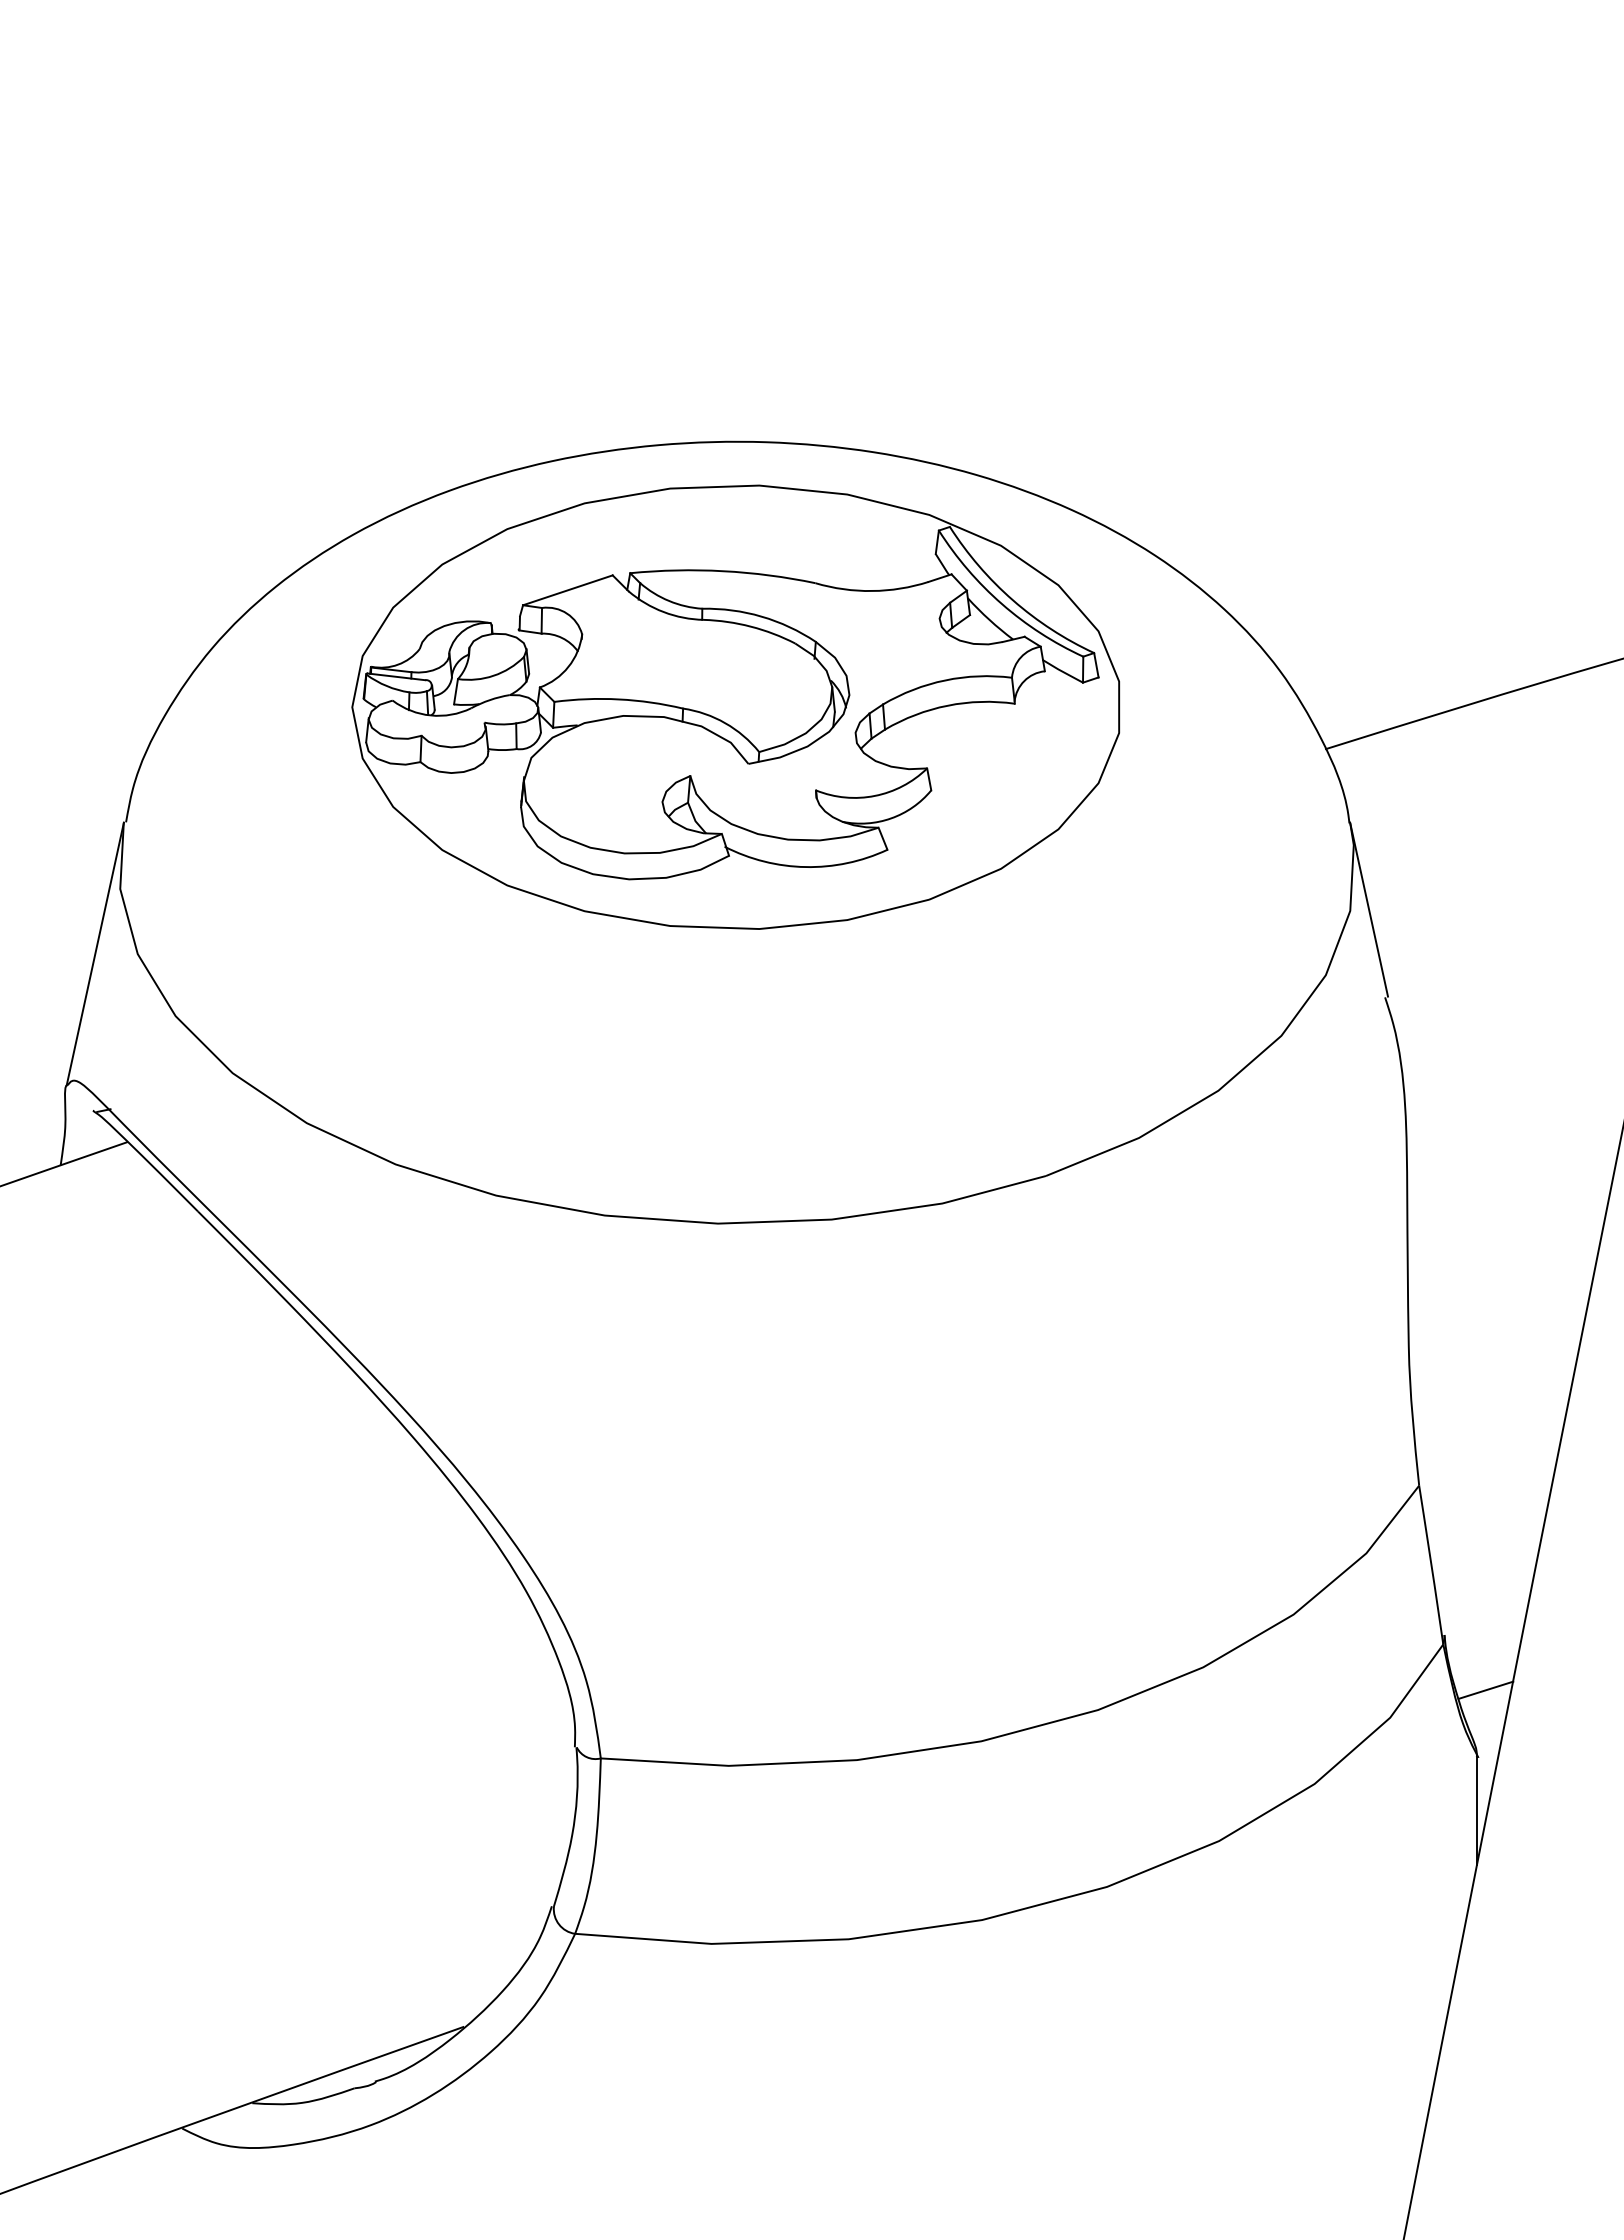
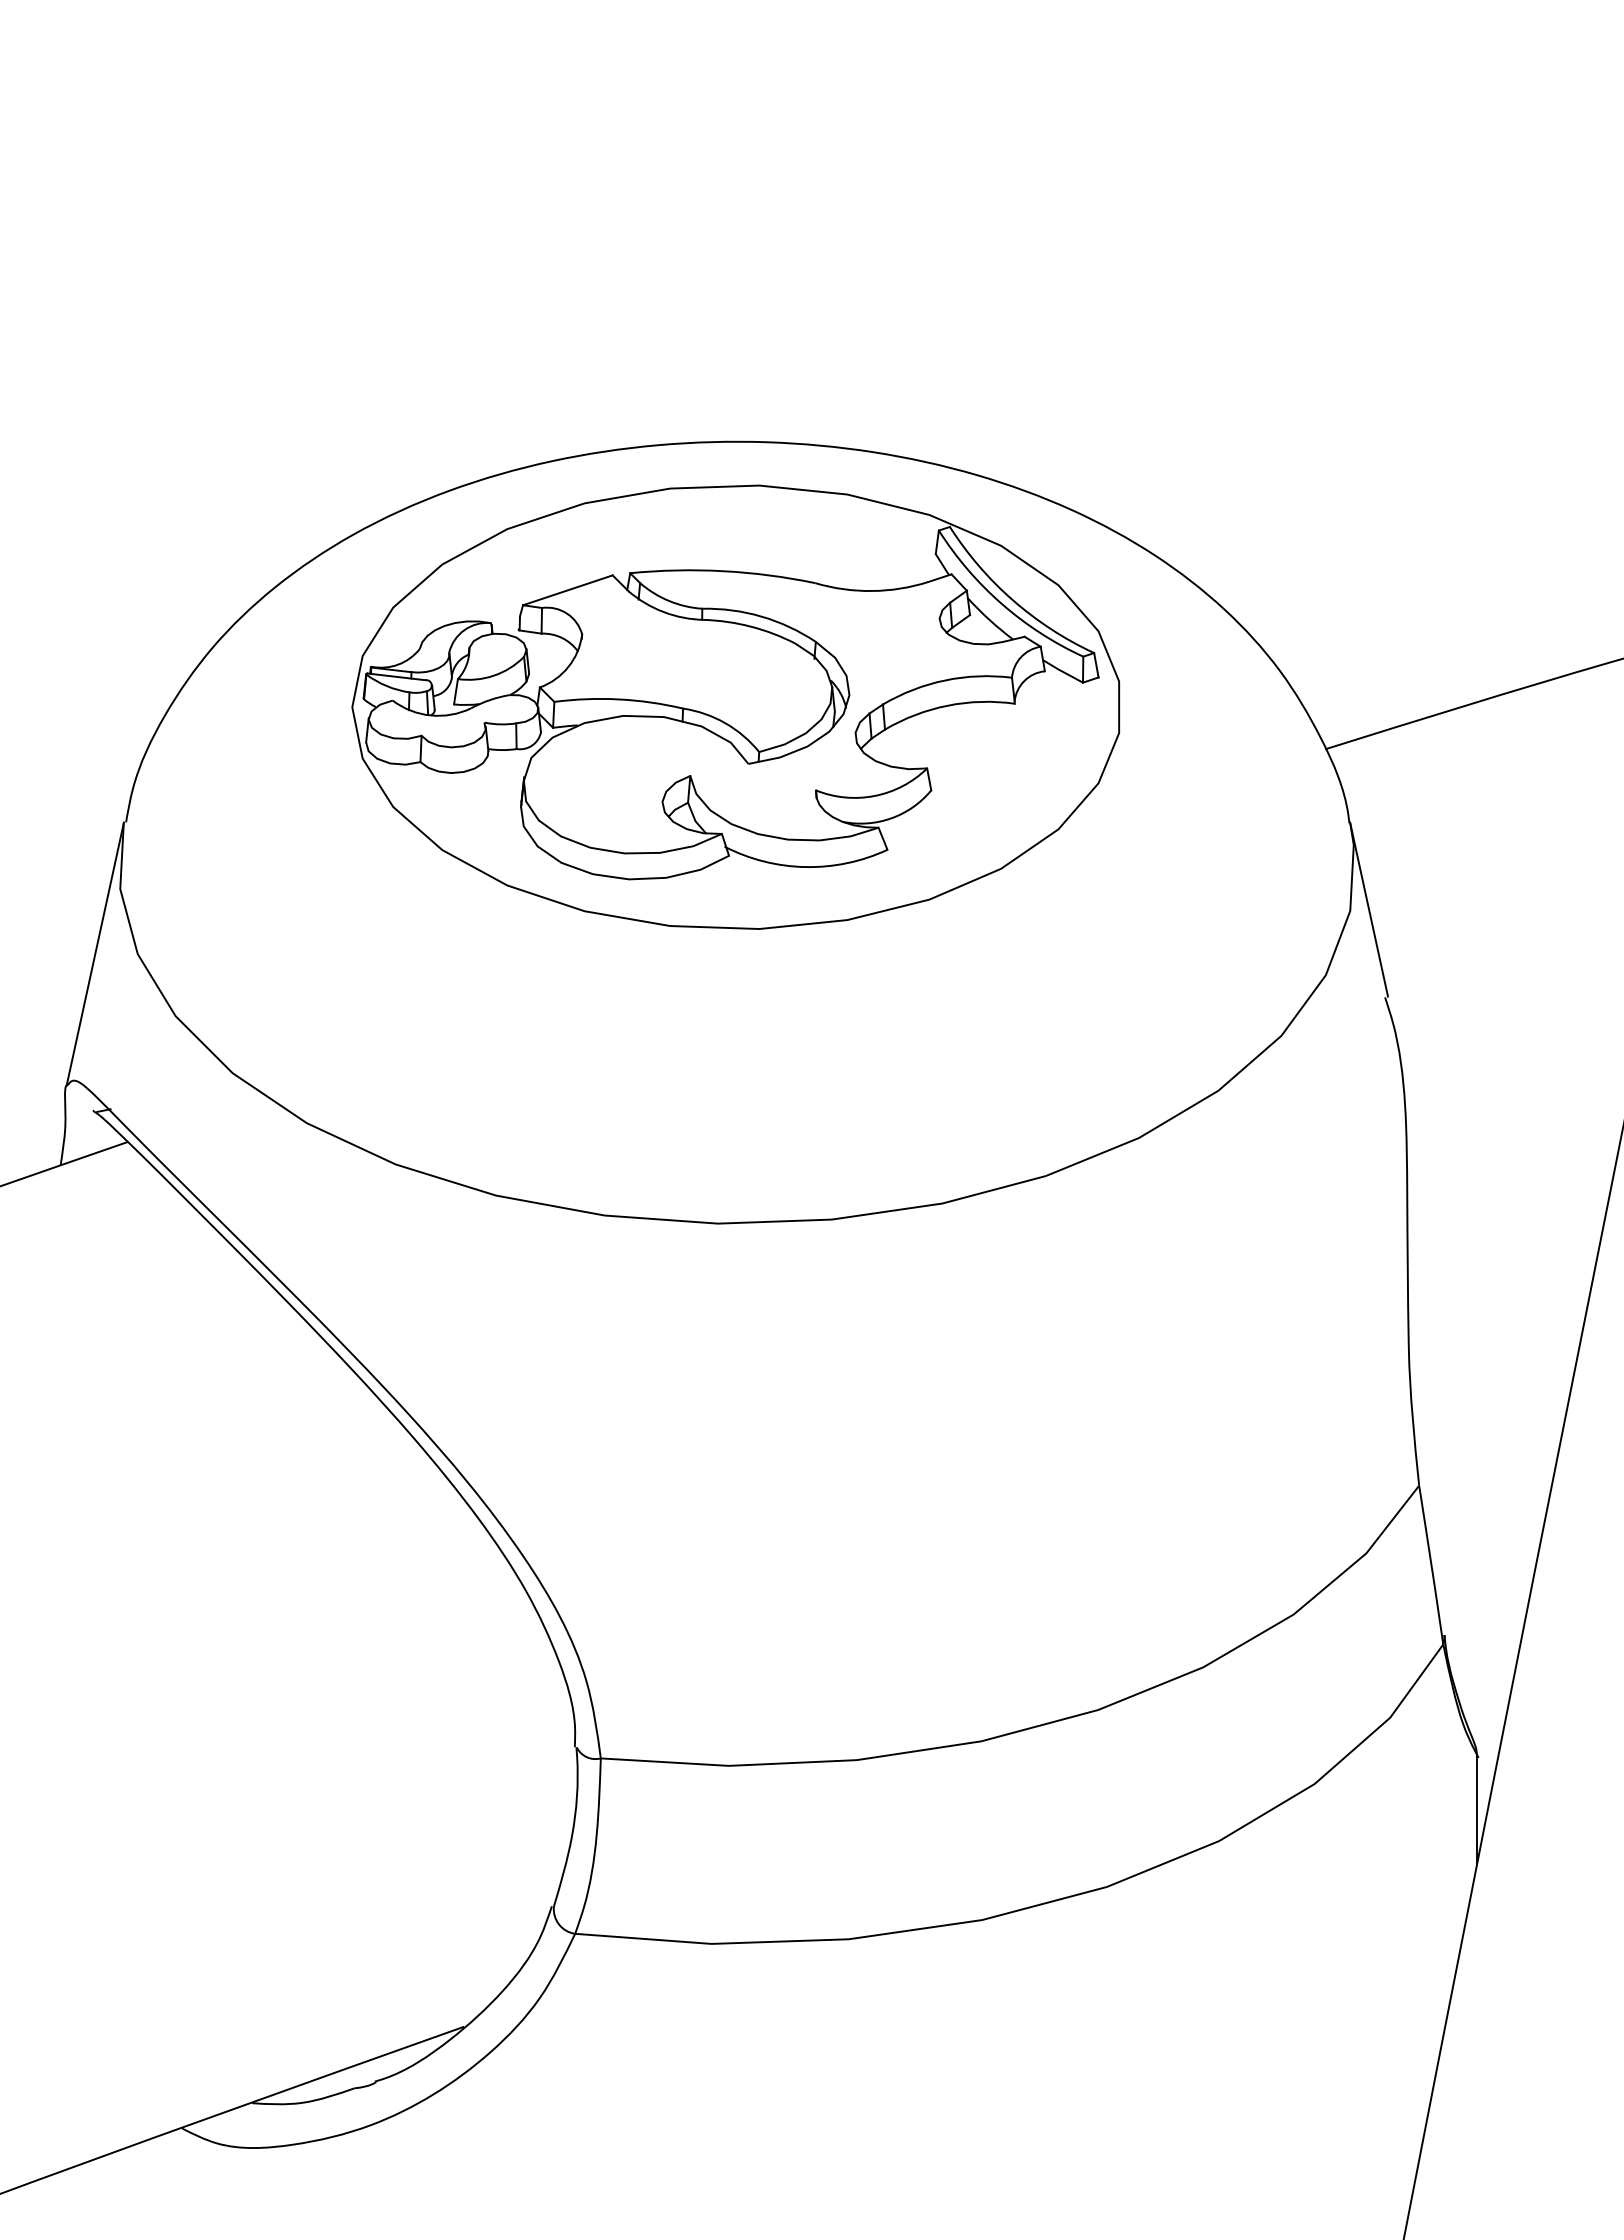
line at (1485, 1689): present -> none
